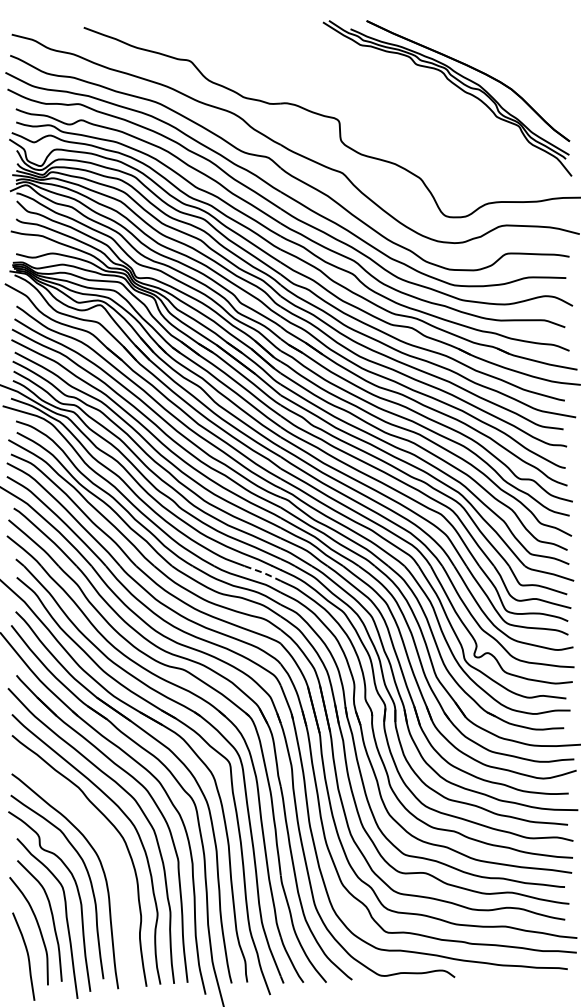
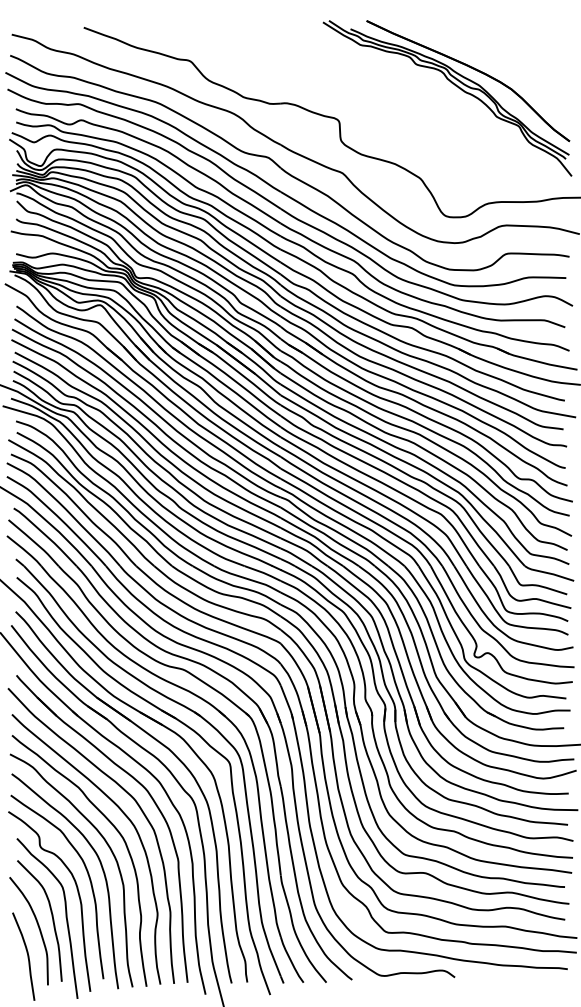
line at (263, 572): dashed -> solid
curve at (109, 849): none -> present
